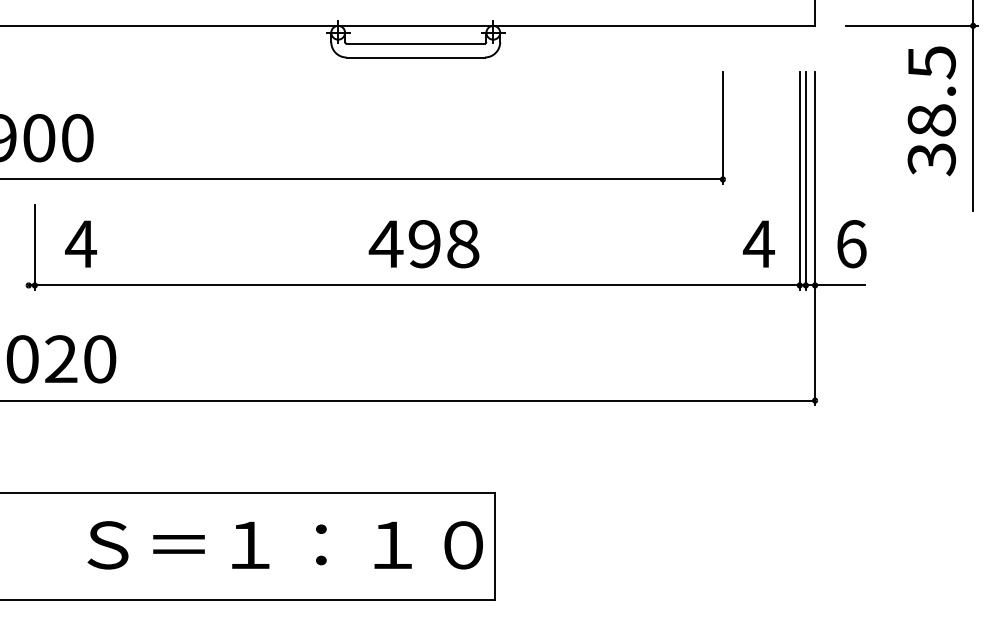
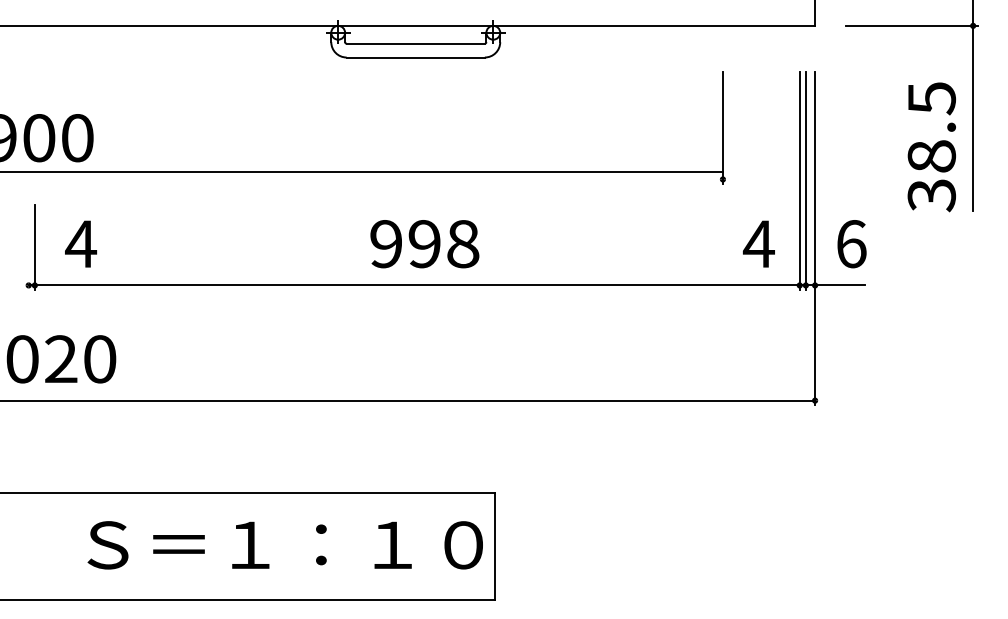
text at (931, 111) position: (931, 111) -> (931, 147)
line at (362, 179) position: (362, 179) -> (362, 172)
text at (385, 244): 498 -> 998
